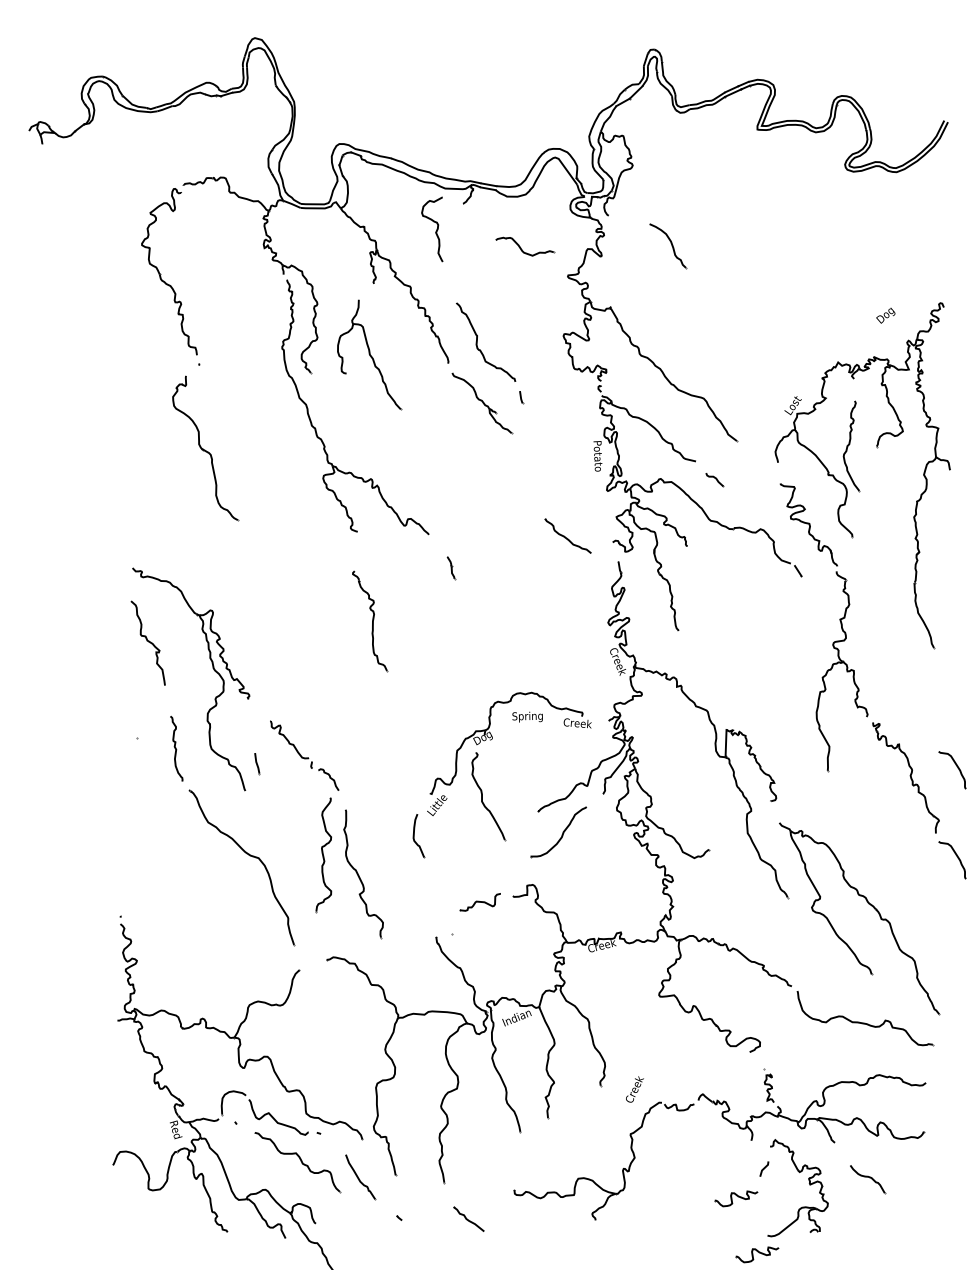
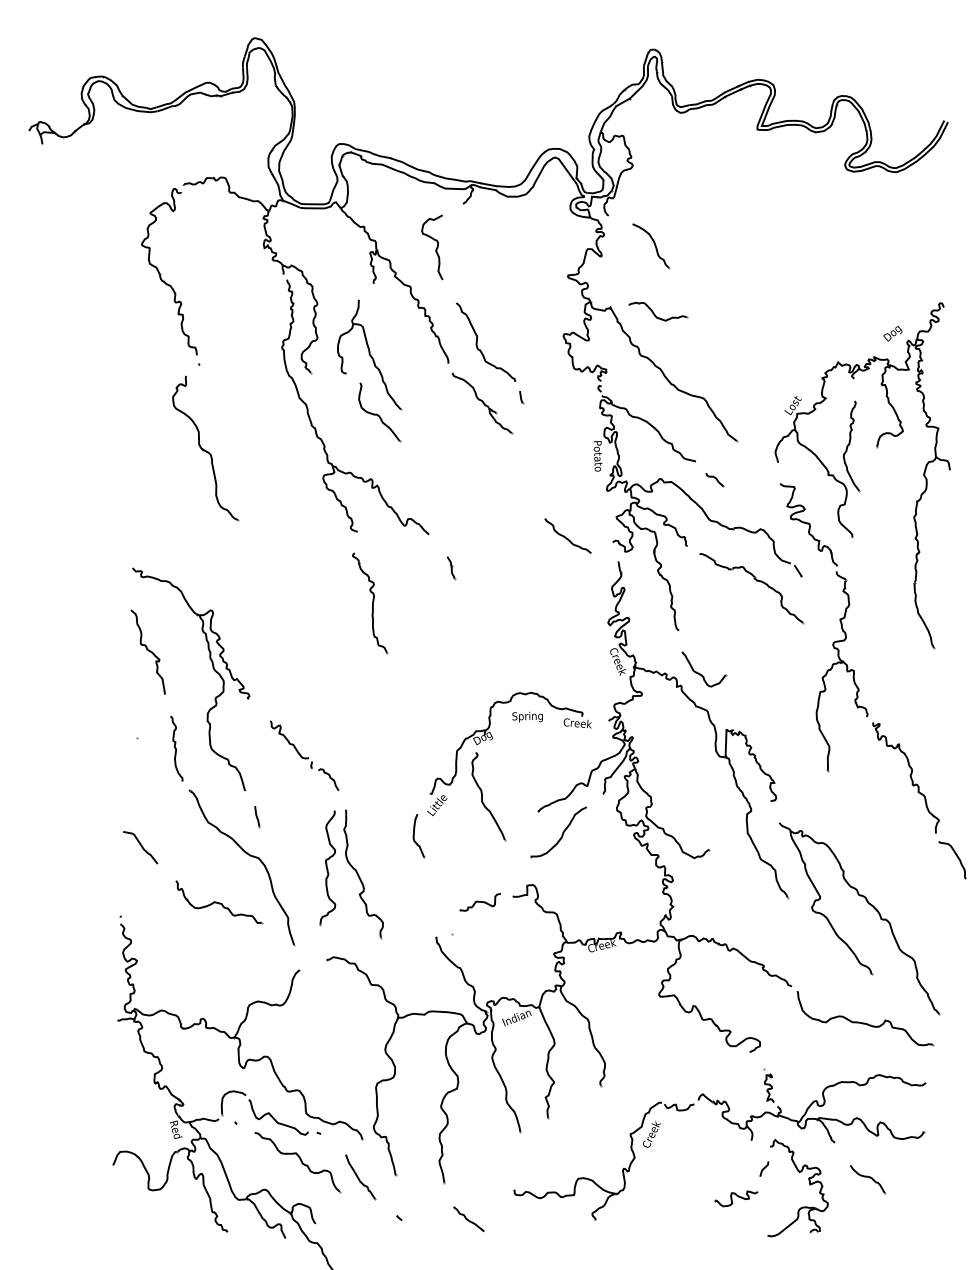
curve at (435, 231) position: (435, 231) -> (435, 249)
part at (525, 246) position: (525, 246) -> (658, 311)
part at (668, 246) position: (668, 246) -> (651, 246)
text at (885, 315) position: (885, 315) -> (892, 333)
part at (379, 412): none -> present
part at (756, 581): none -> present
part at (370, 621) position: (370, 621) -> (370, 603)
curve at (147, 641) position: (147, 641) -> (147, 650)
part at (704, 669): none -> present
line at (257, 764) position: (257, 764) -> (257, 817)
curve at (957, 768): present -> none
curve at (140, 846): none -> present
part at (323, 855) position: (323, 855) -> (327, 868)
part at (219, 902): none -> present
text at (634, 1089) position: (634, 1089) -> (651, 1134)
part at (757, 1254): present -> none
